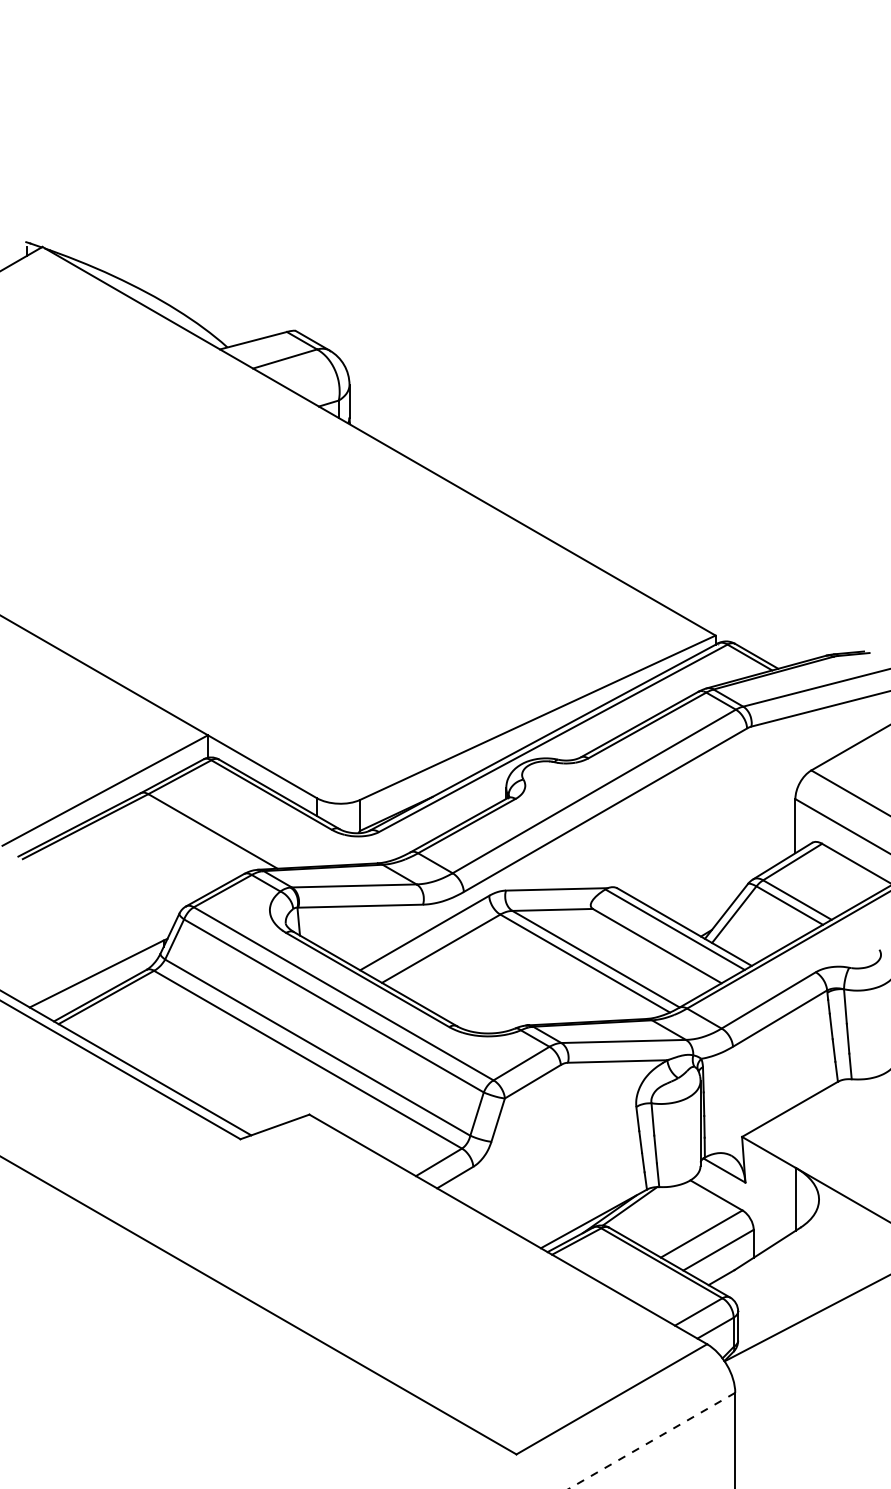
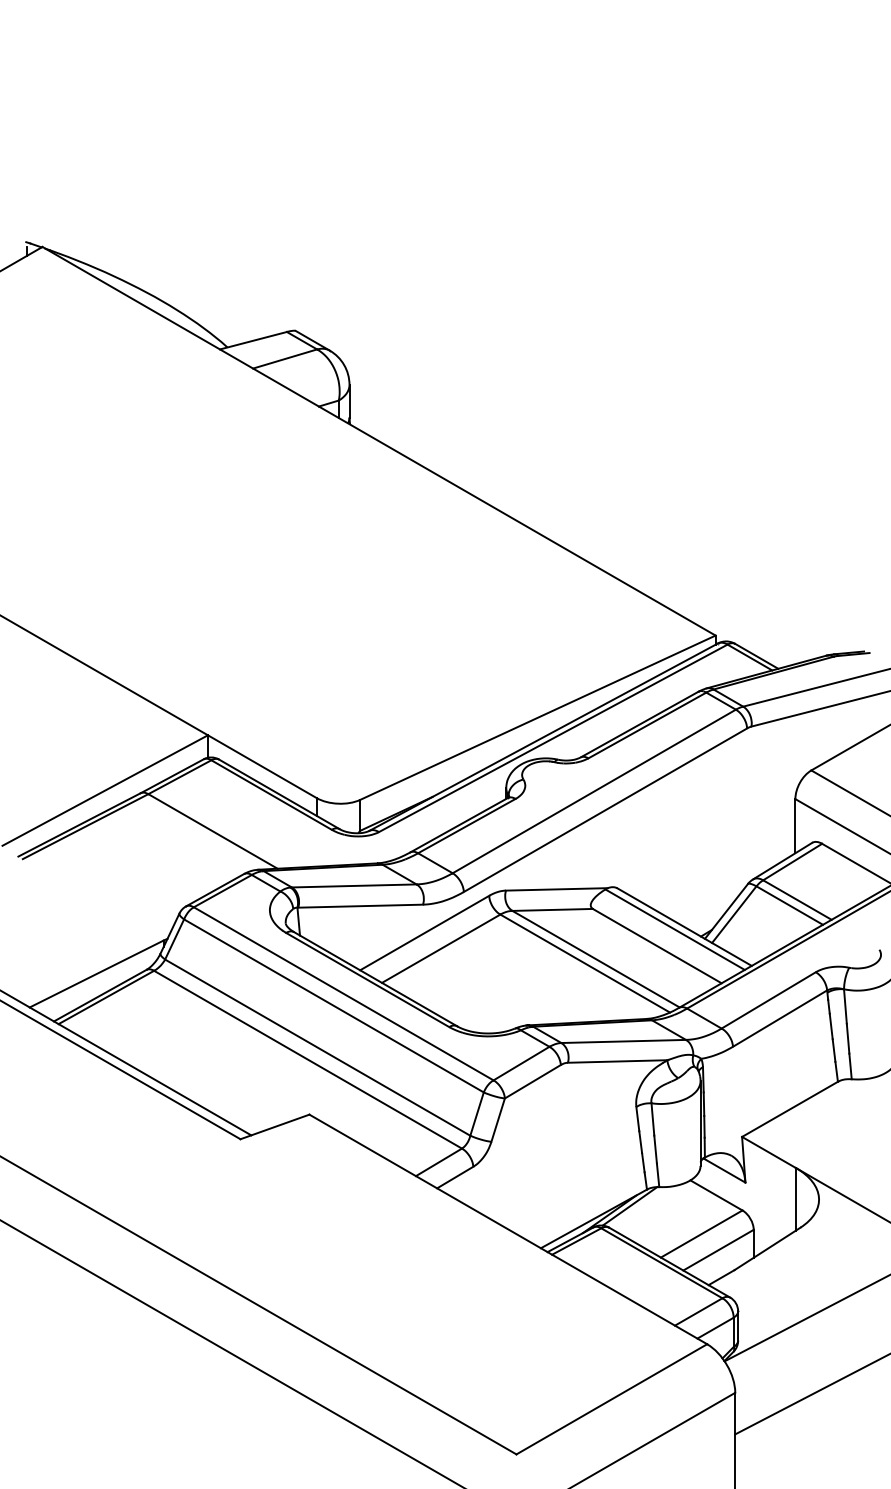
line at (231, 1353): none -> present
line at (811, 1394): none -> present
line at (652, 1440): dashed -> solid
